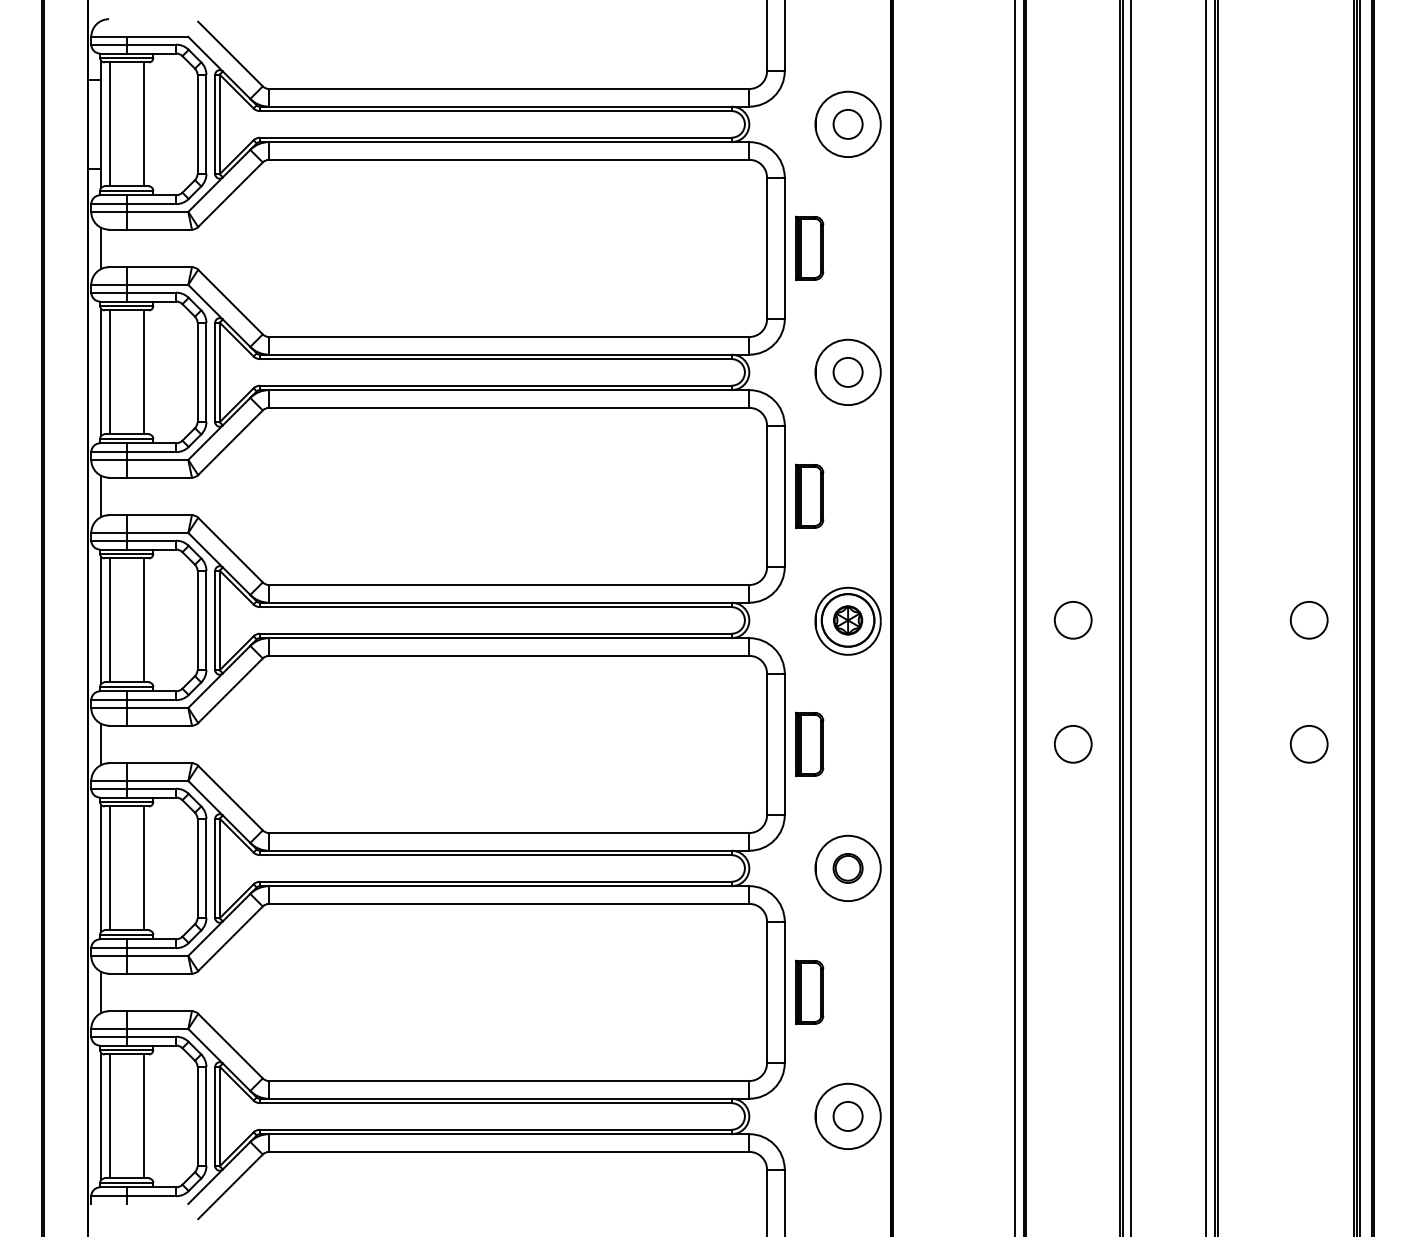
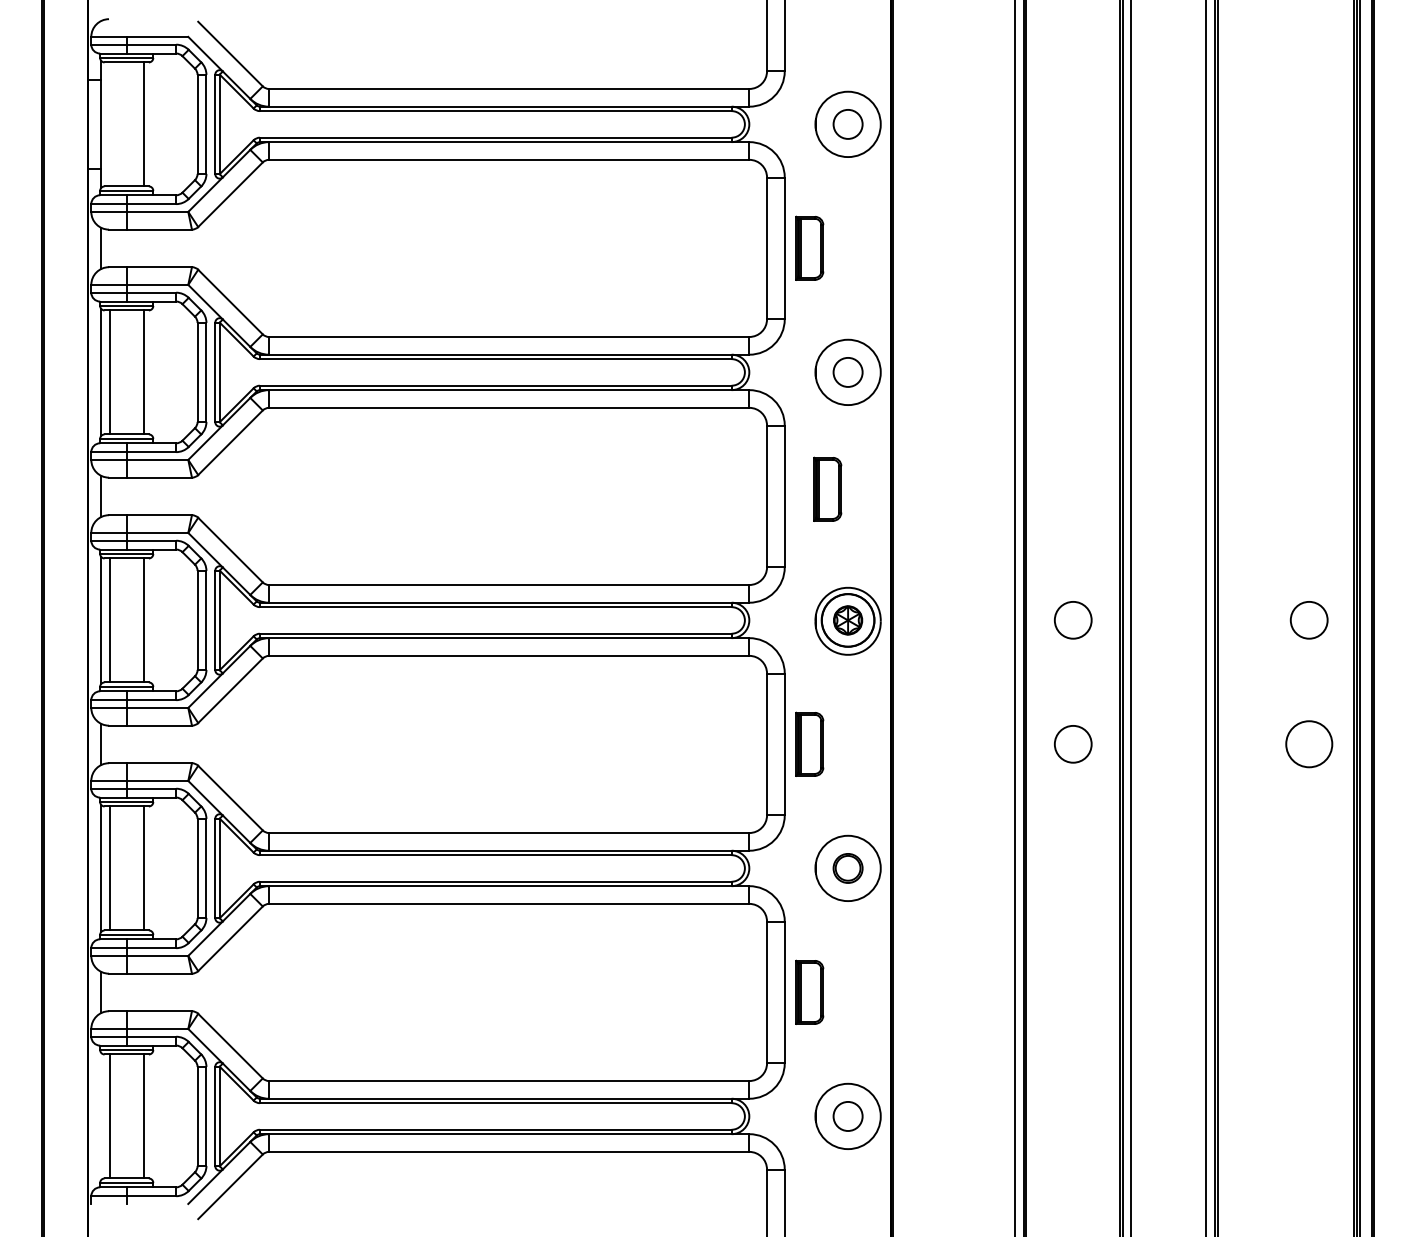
line at (109, 124): present -> none
part at (809, 495) position: (809, 495) -> (827, 488)
circle at (1308, 744) size: 40x39 px -> 49x49 px
line at (101, 1116): present -> none
